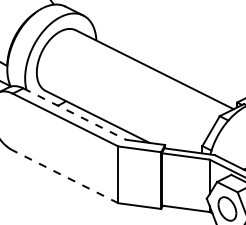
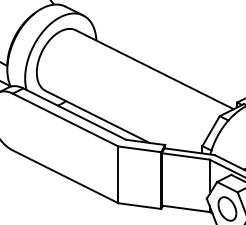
line at (75, 114): dashed -> solid
line at (65, 176): dashed -> solid
